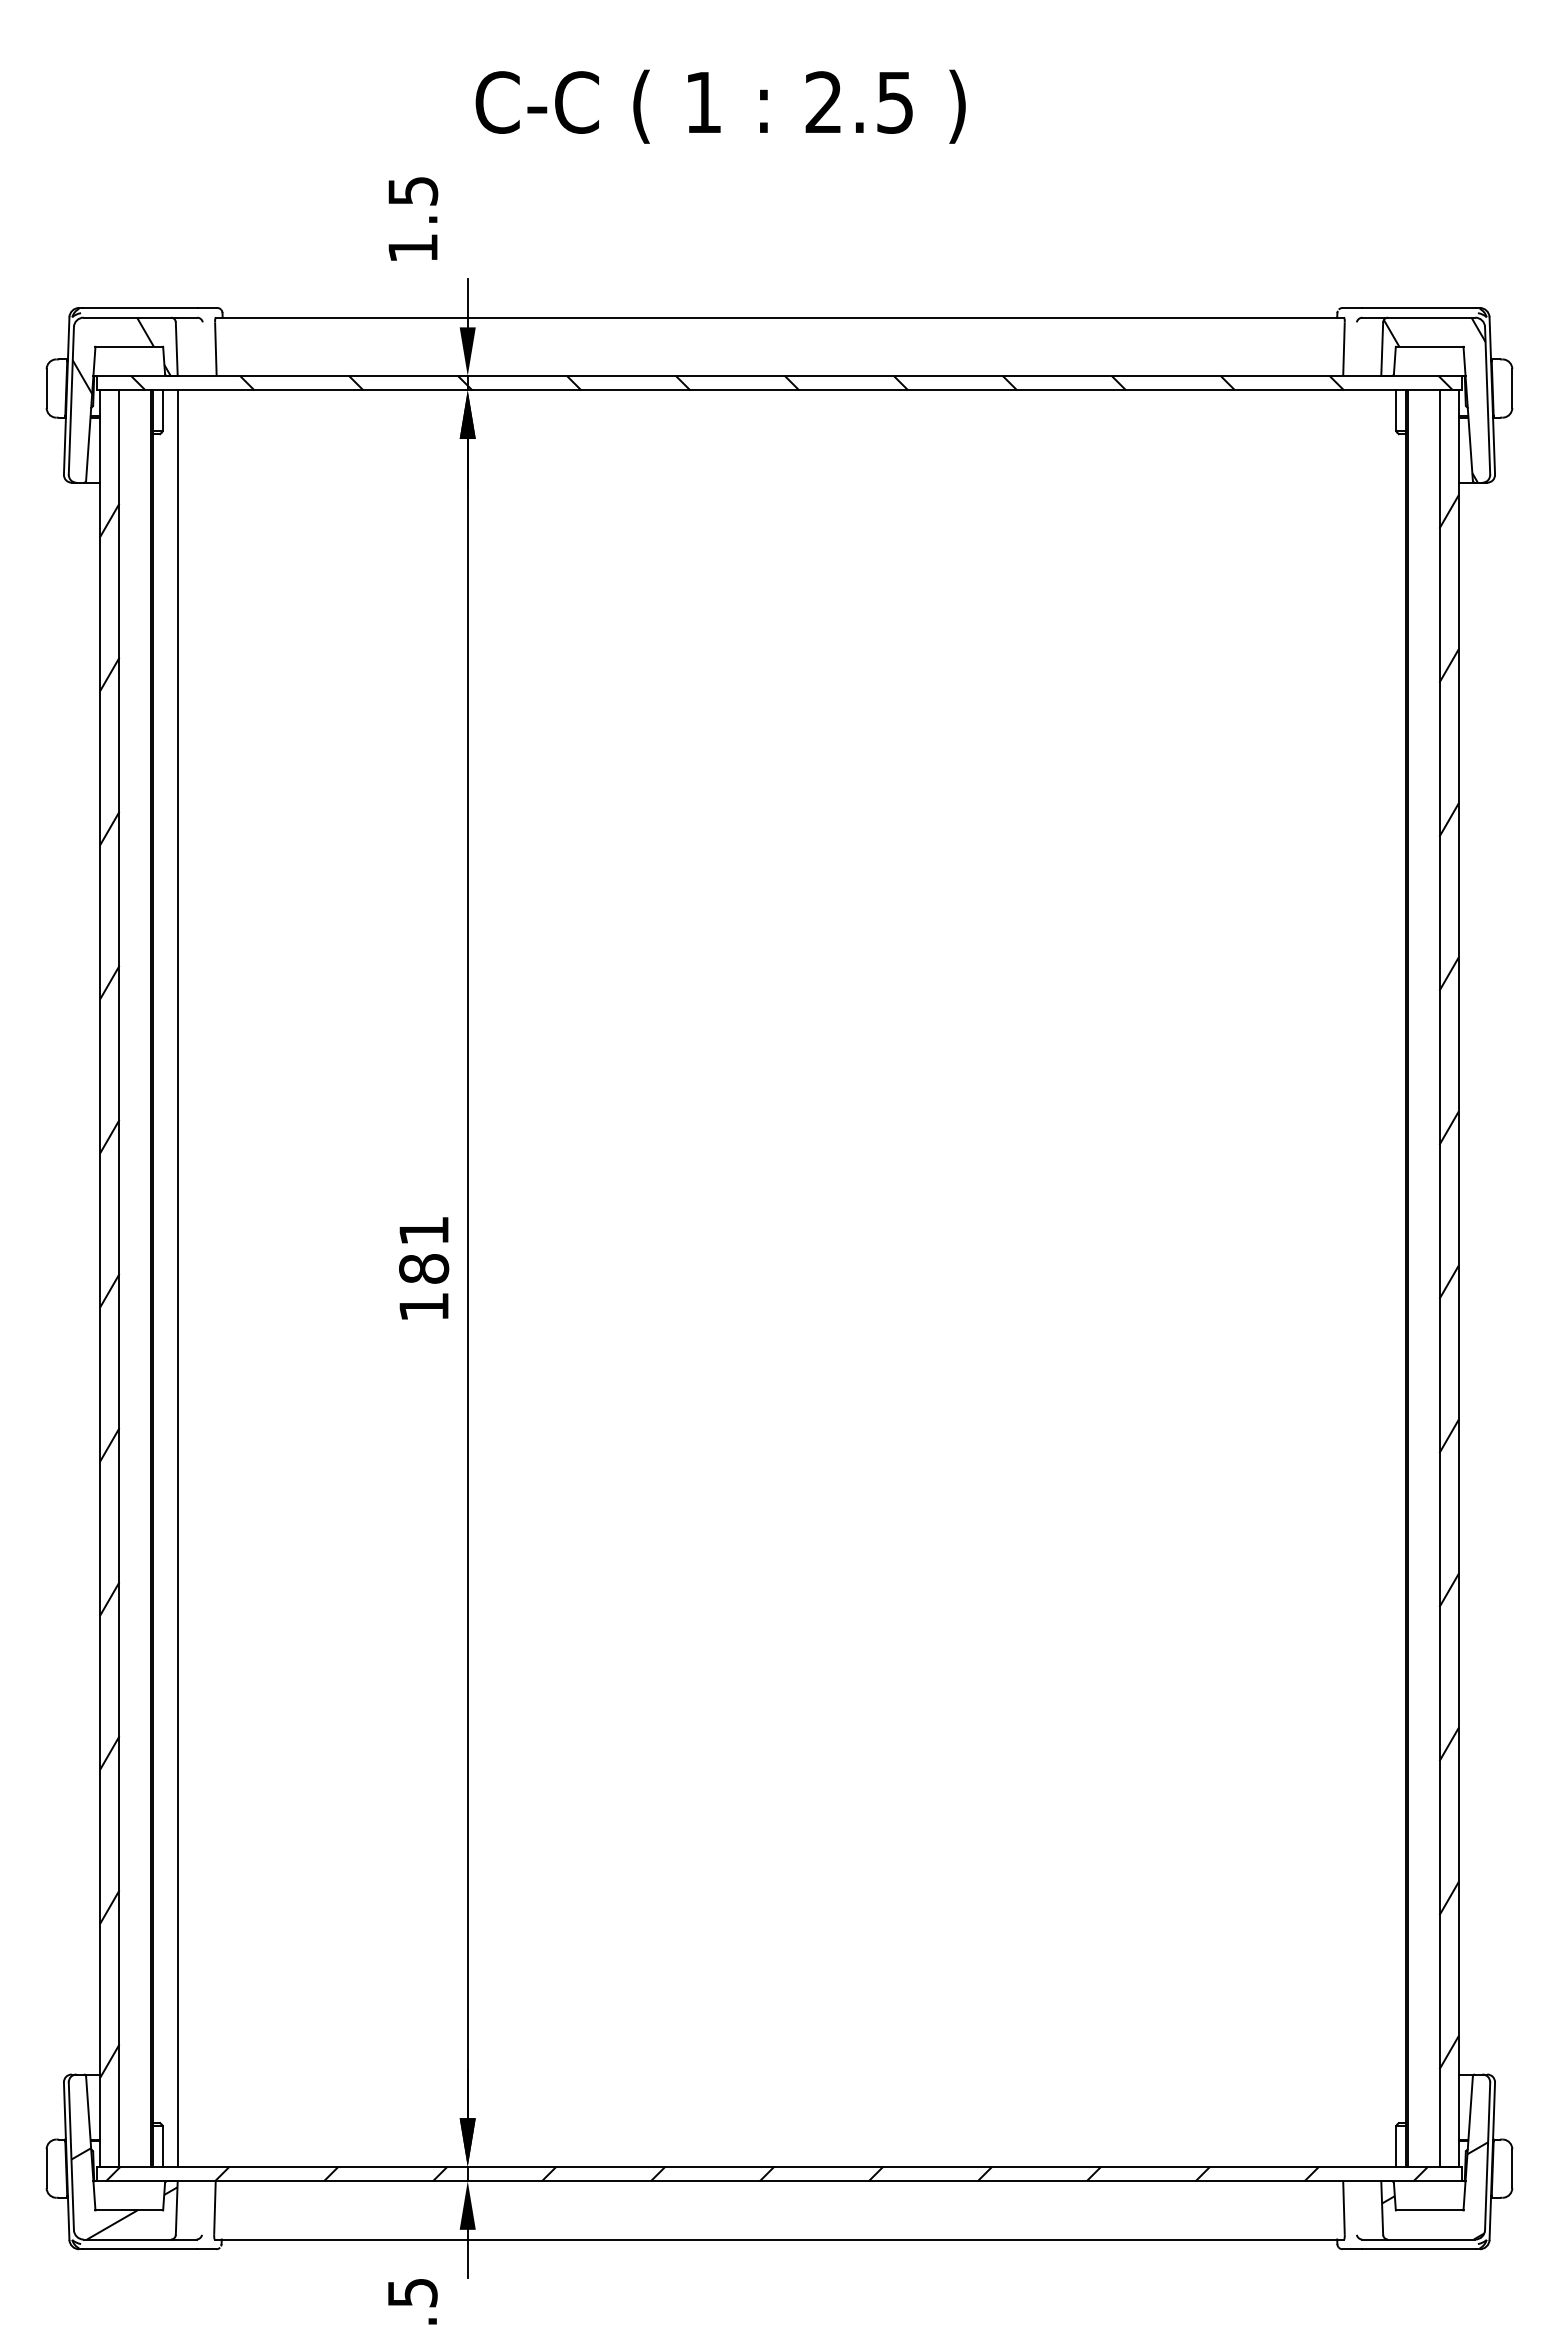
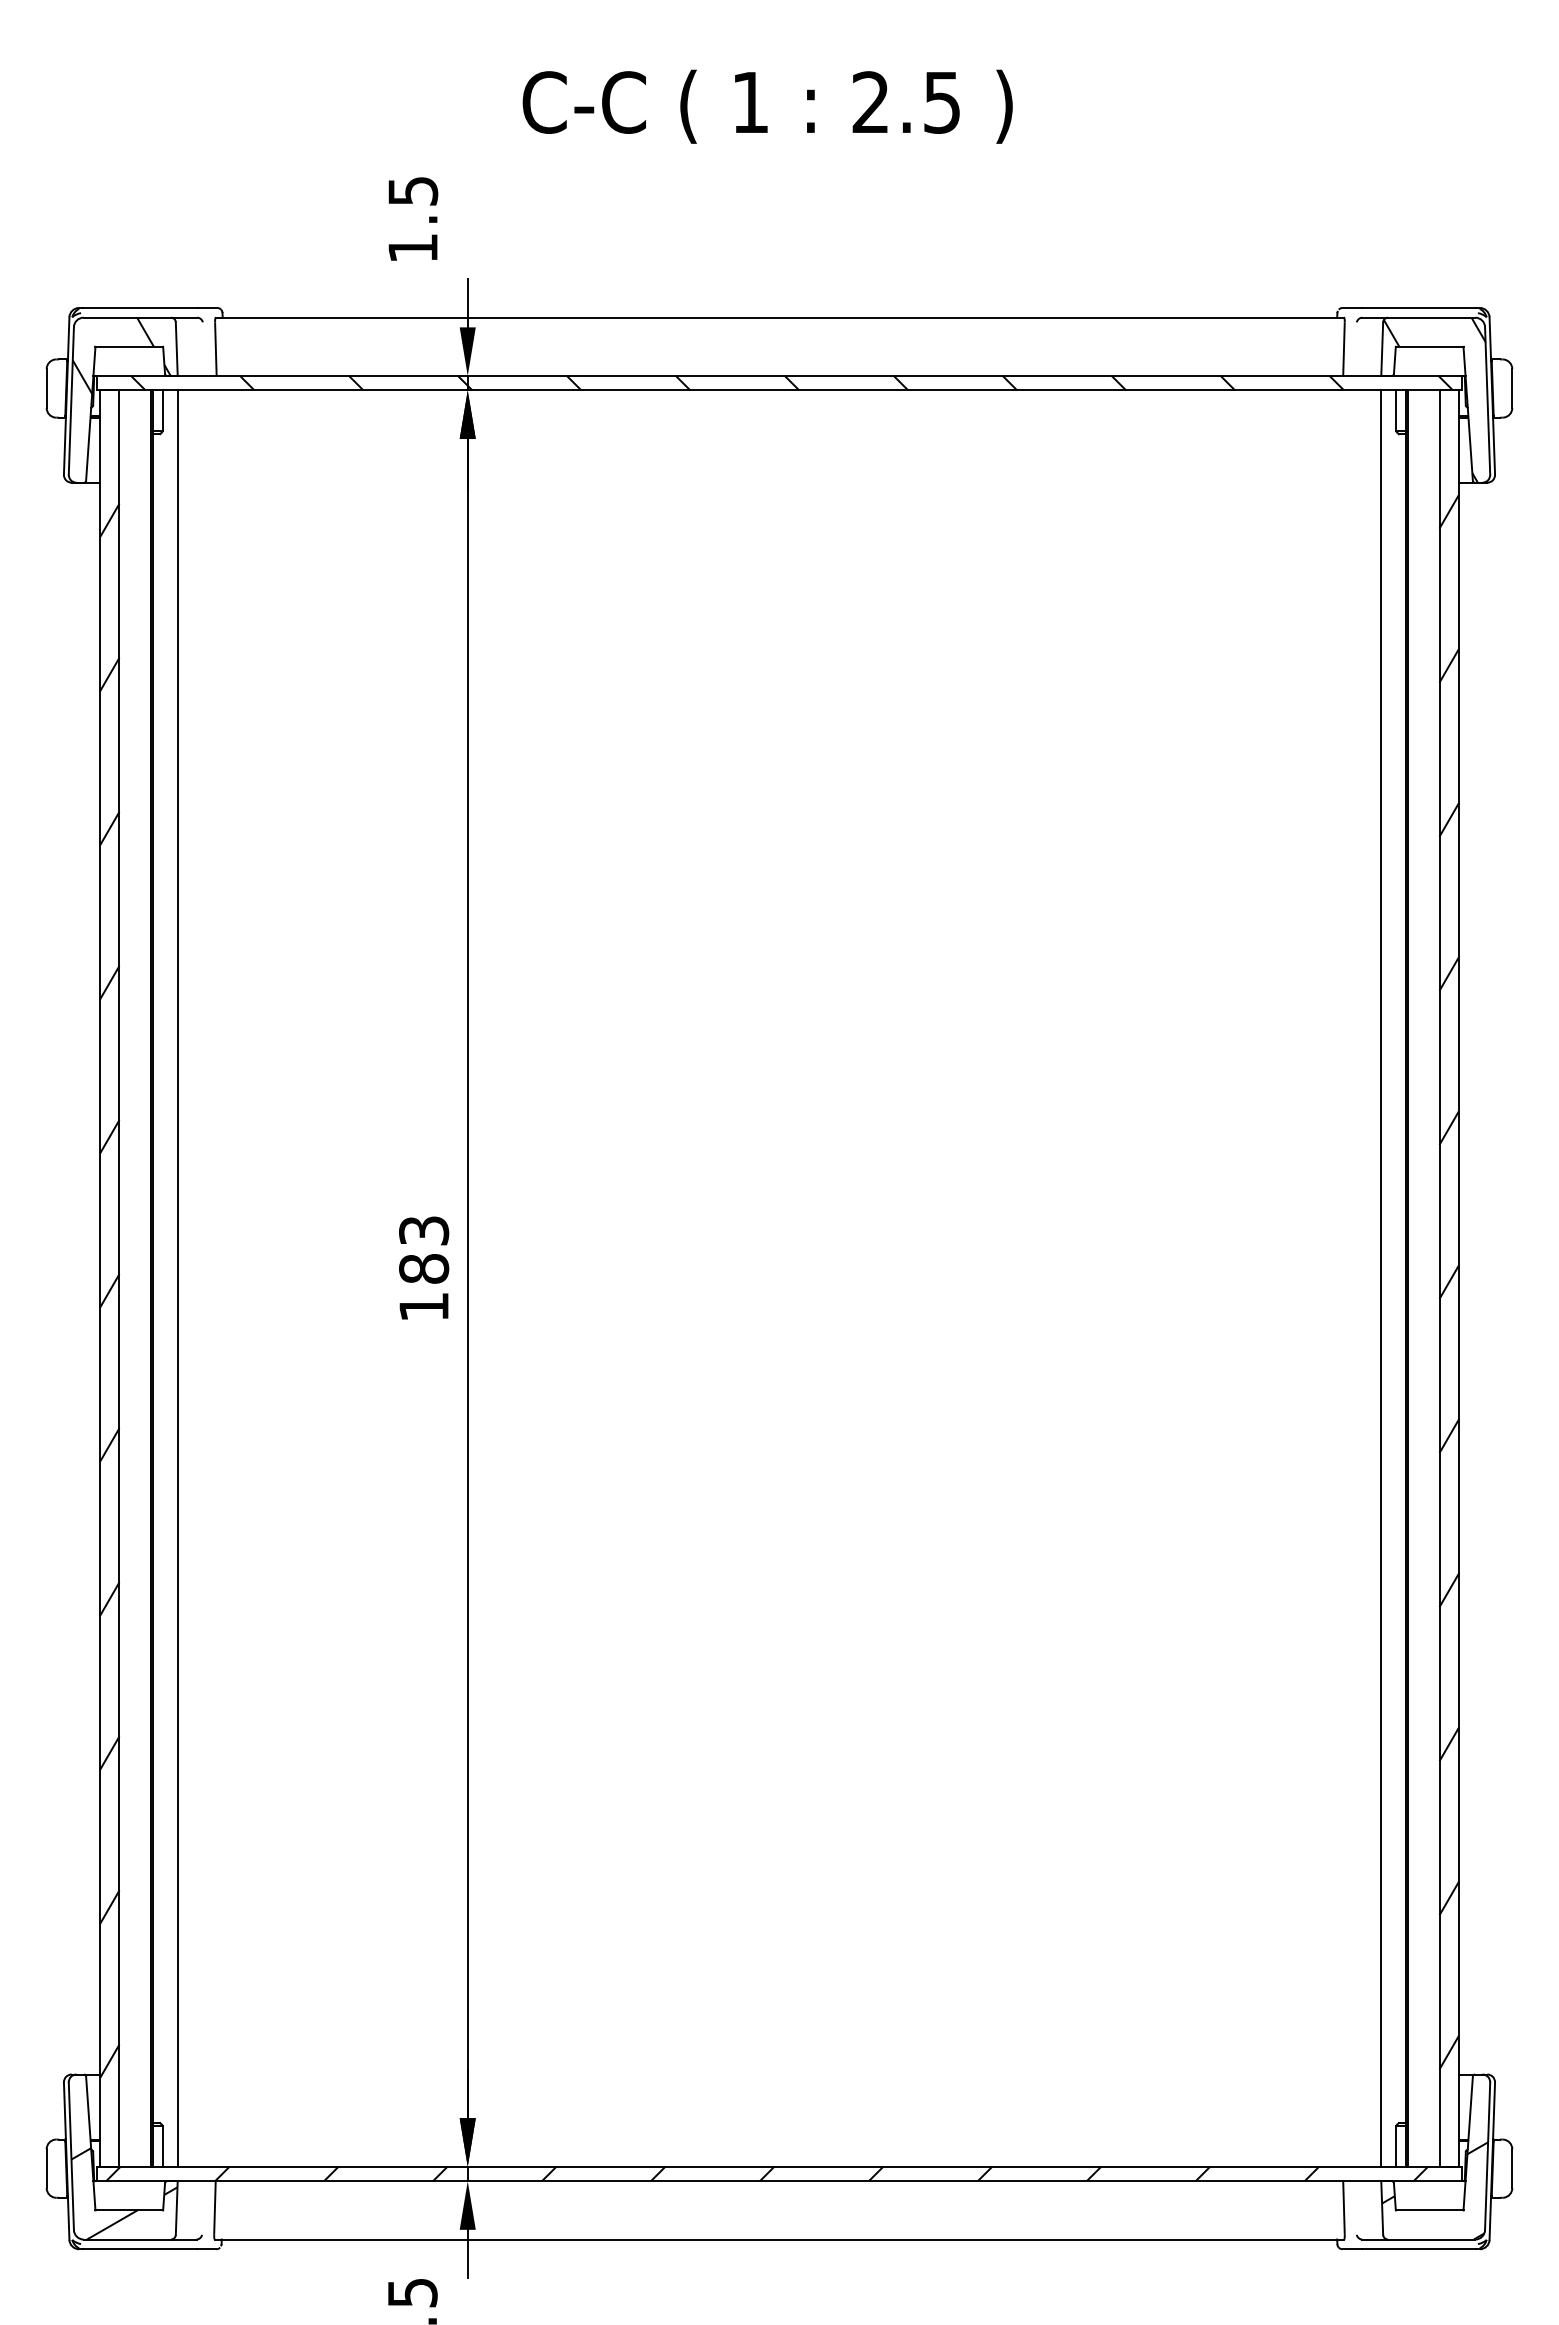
text at (720, 106) position: (720, 106) -> (767, 106)
text at (424, 1230): 181 -> 183
line at (1381, 1278): none -> present
